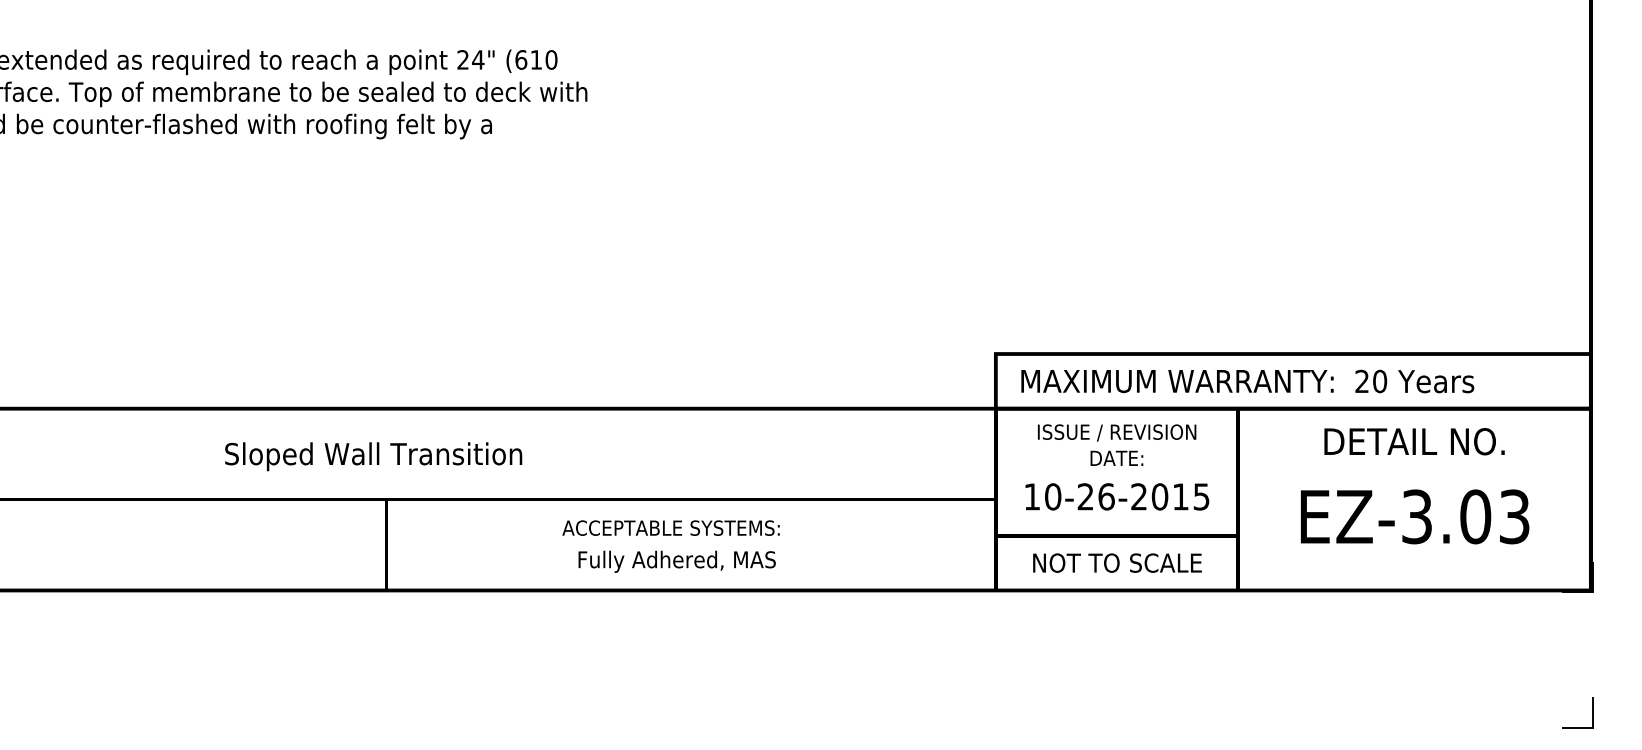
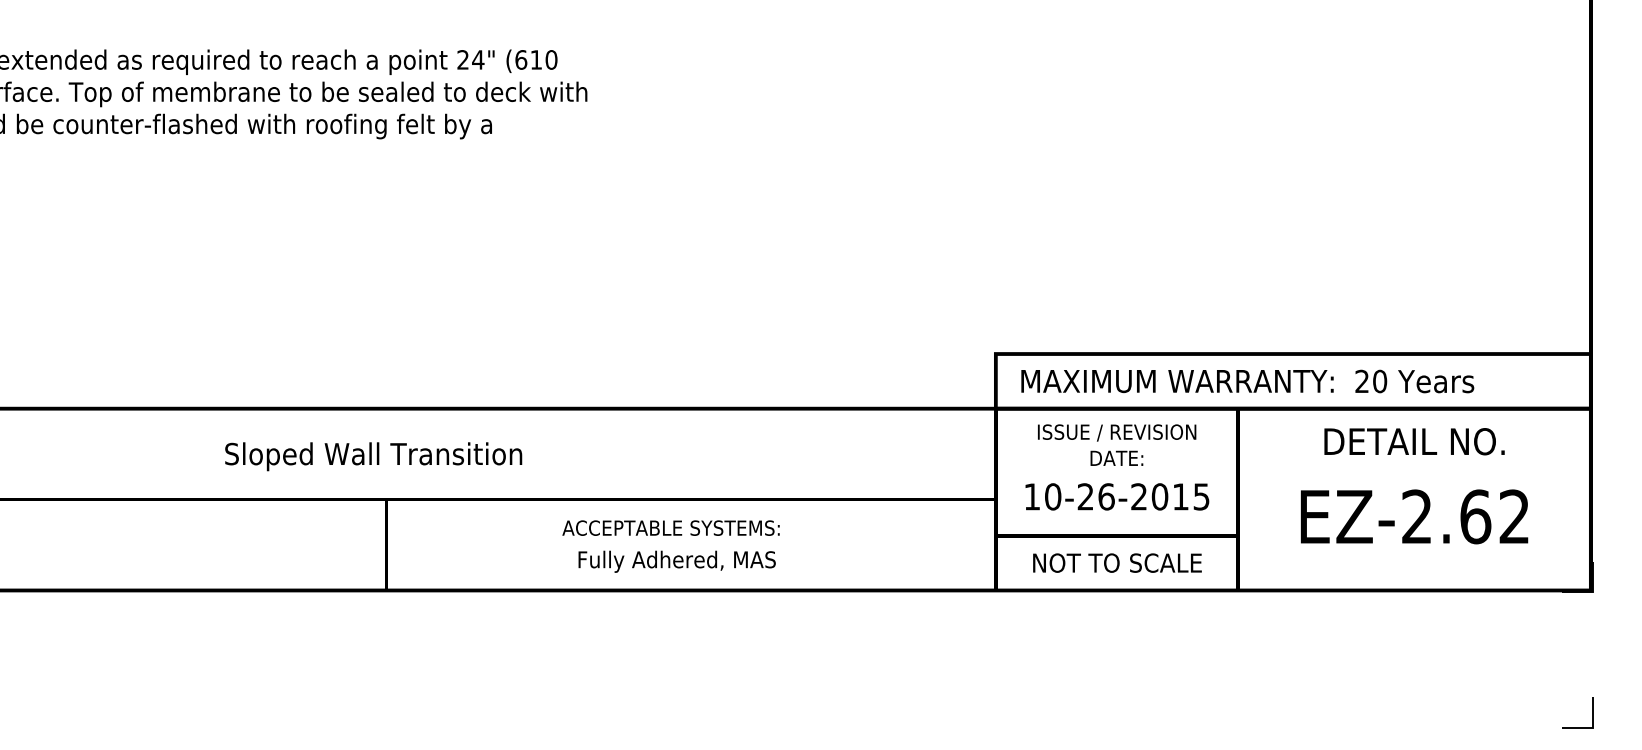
text at (1465, 516): EZ-3.03 -> EZ-2.62
